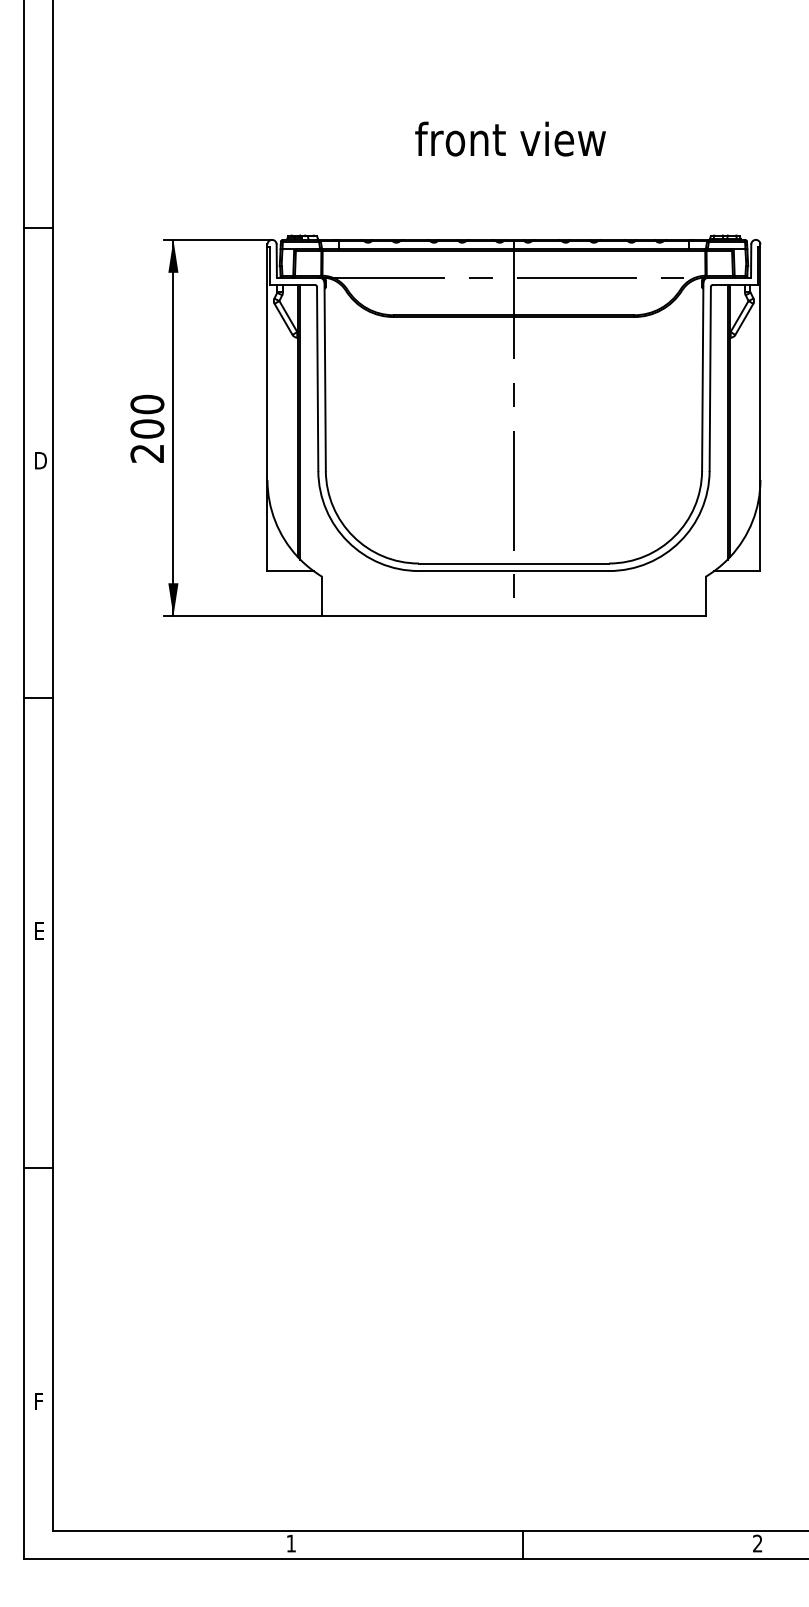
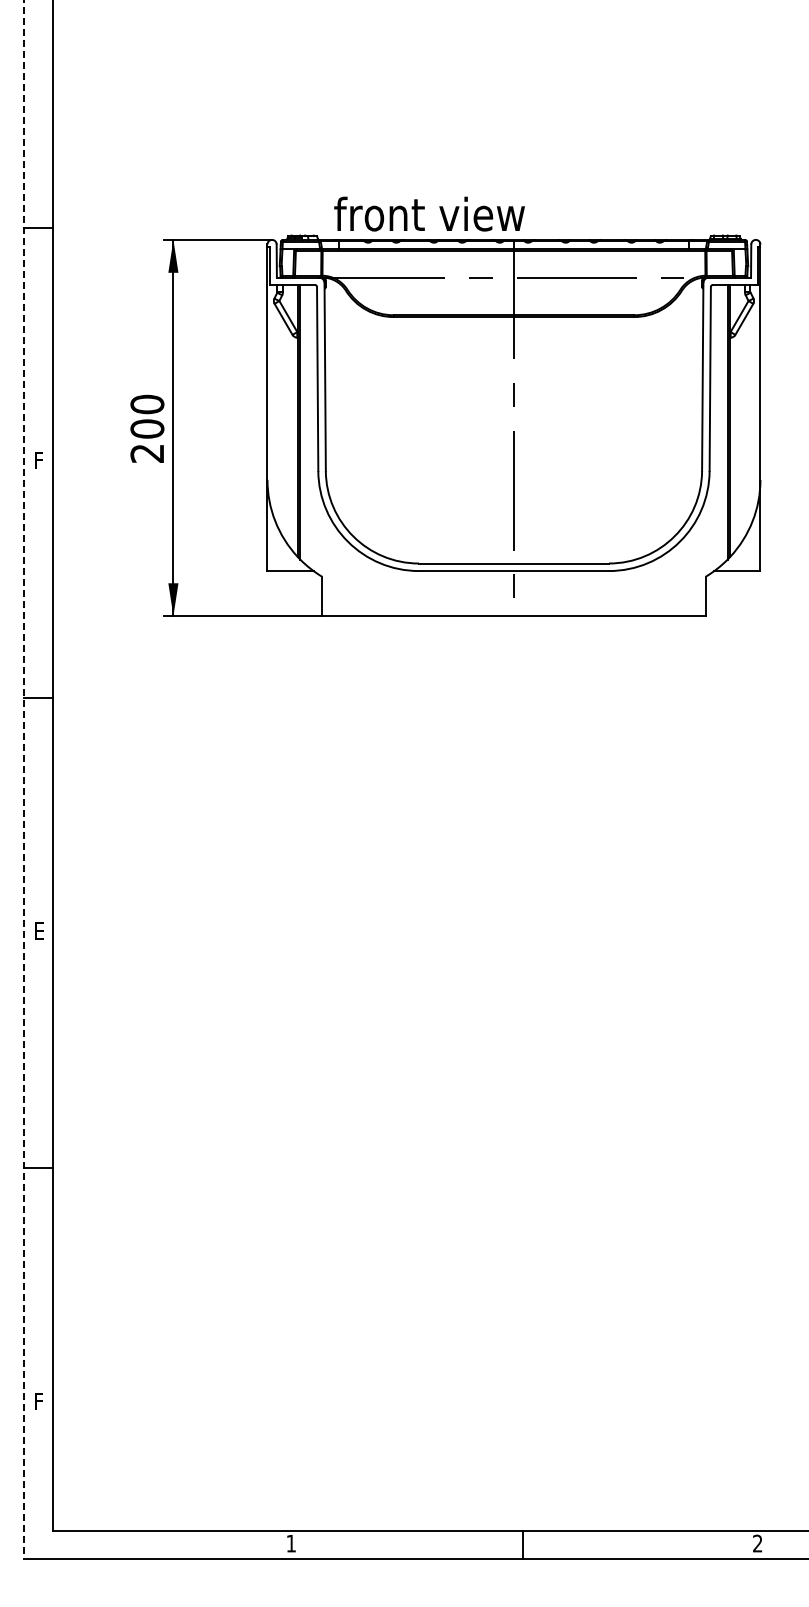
text at (510, 138) position: (510, 138) -> (429, 213)
text at (40, 460): D -> F
line at (24, 779): solid -> dashed
